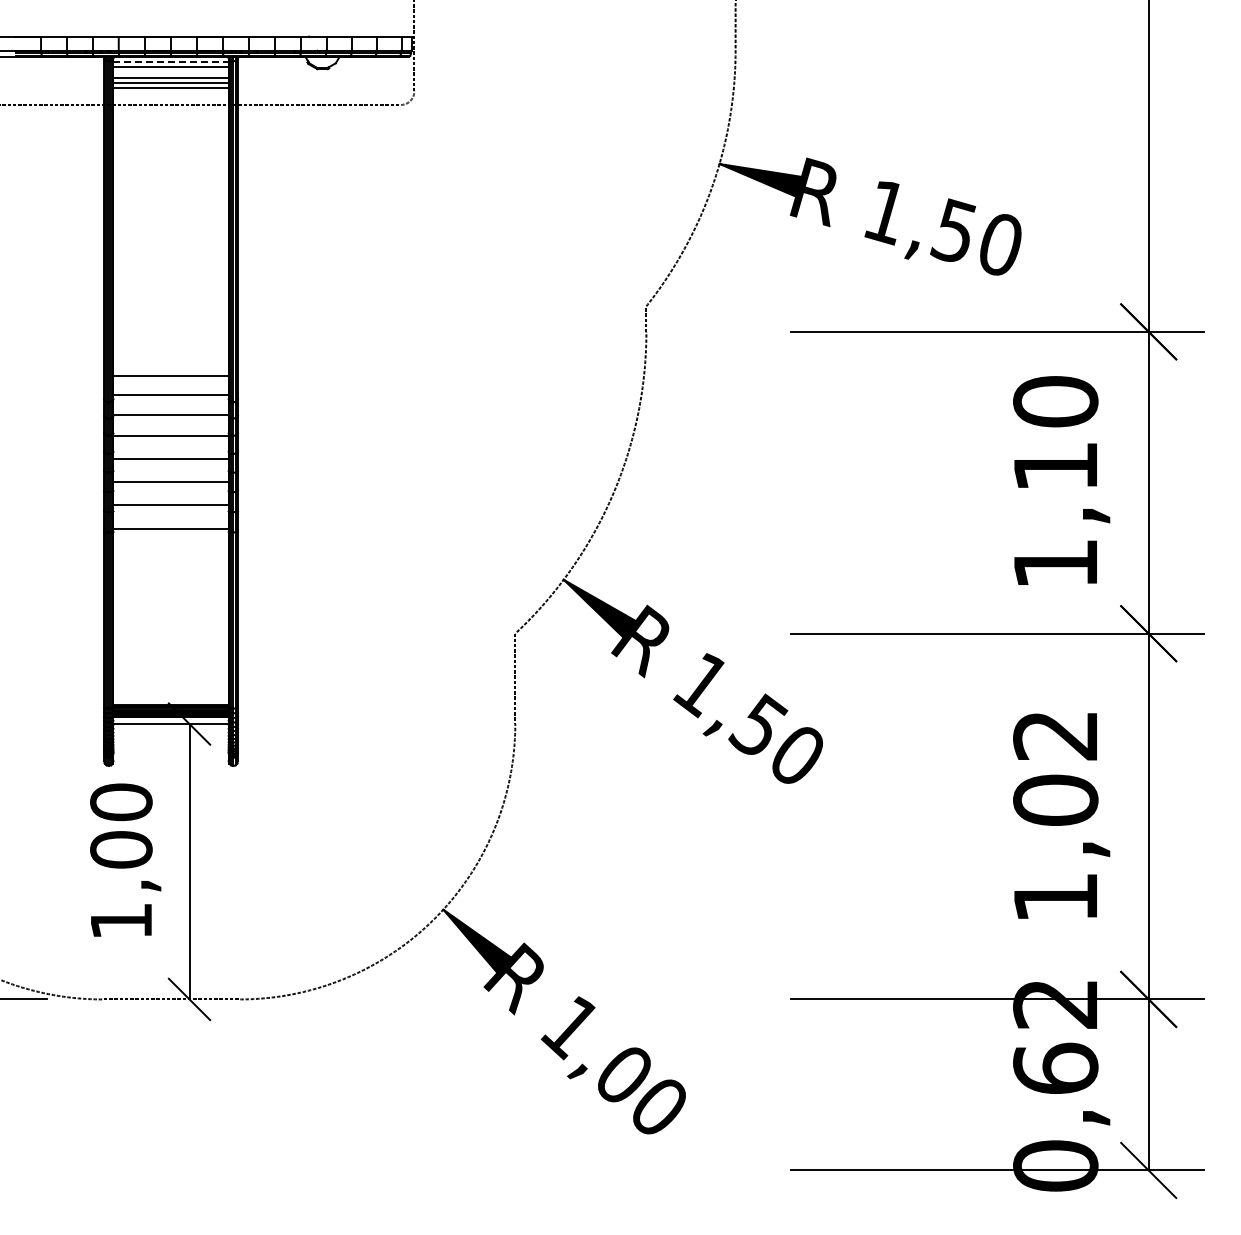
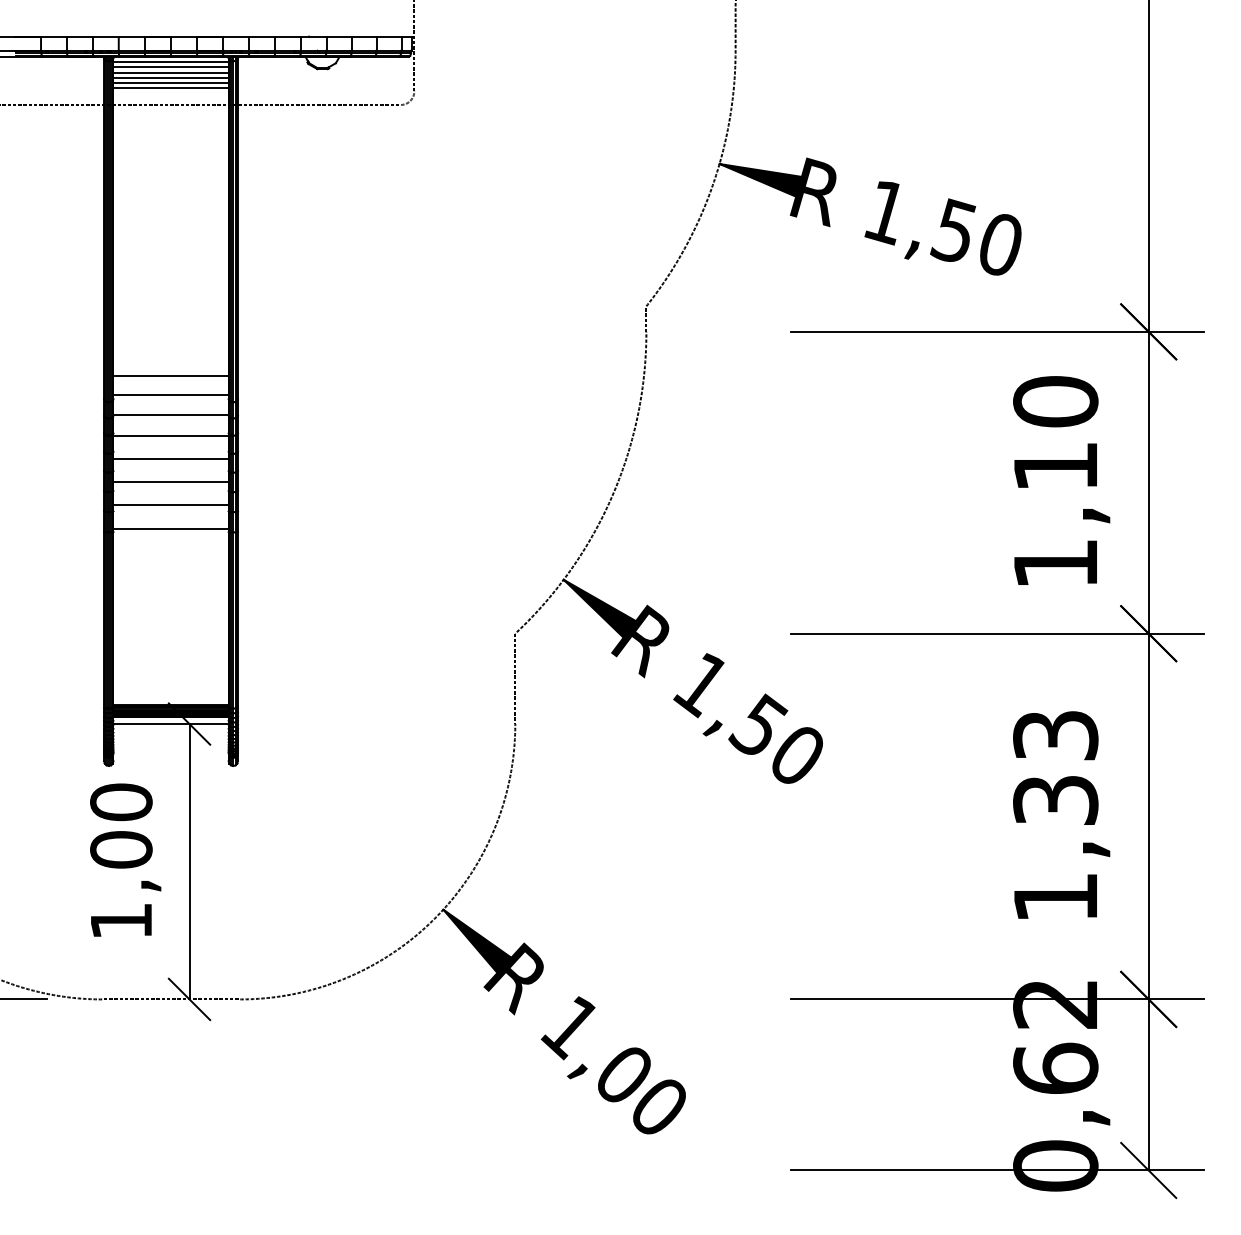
line at (171, 61): dashed -> solid
line at (170, 73): none -> present
text at (1055, 768): 1,02 -> 1,33
